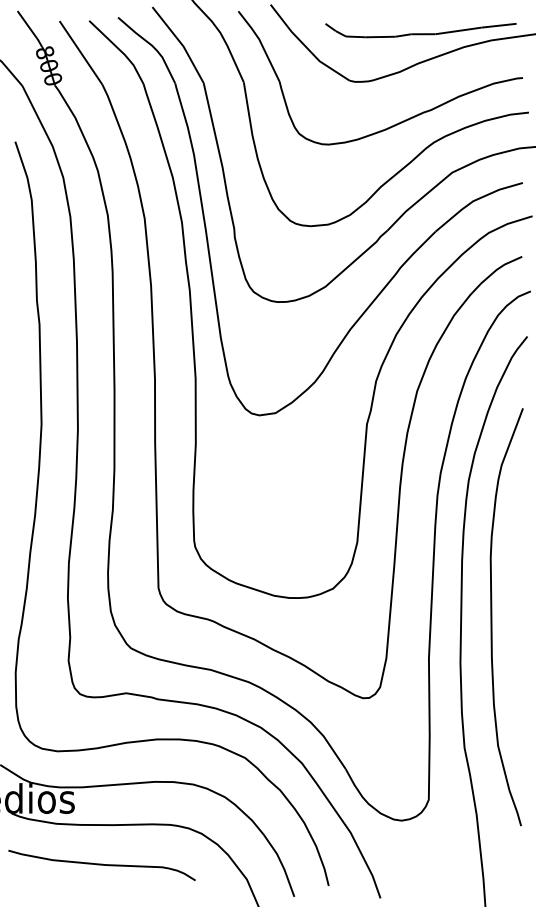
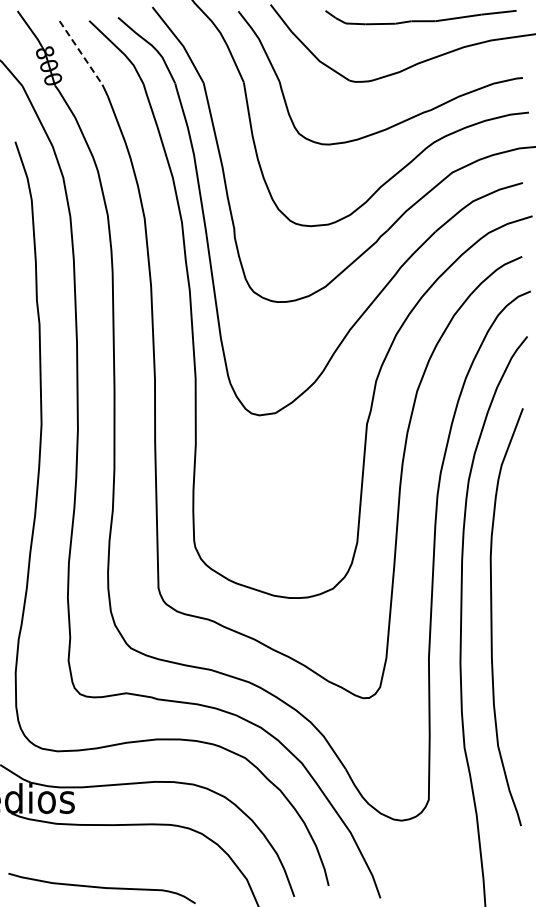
curve at (420, 33) position: (420, 33) -> (420, 20)
line at (81, 53): solid -> dashed
curve at (101, 865) position: (101, 865) -> (101, 888)
